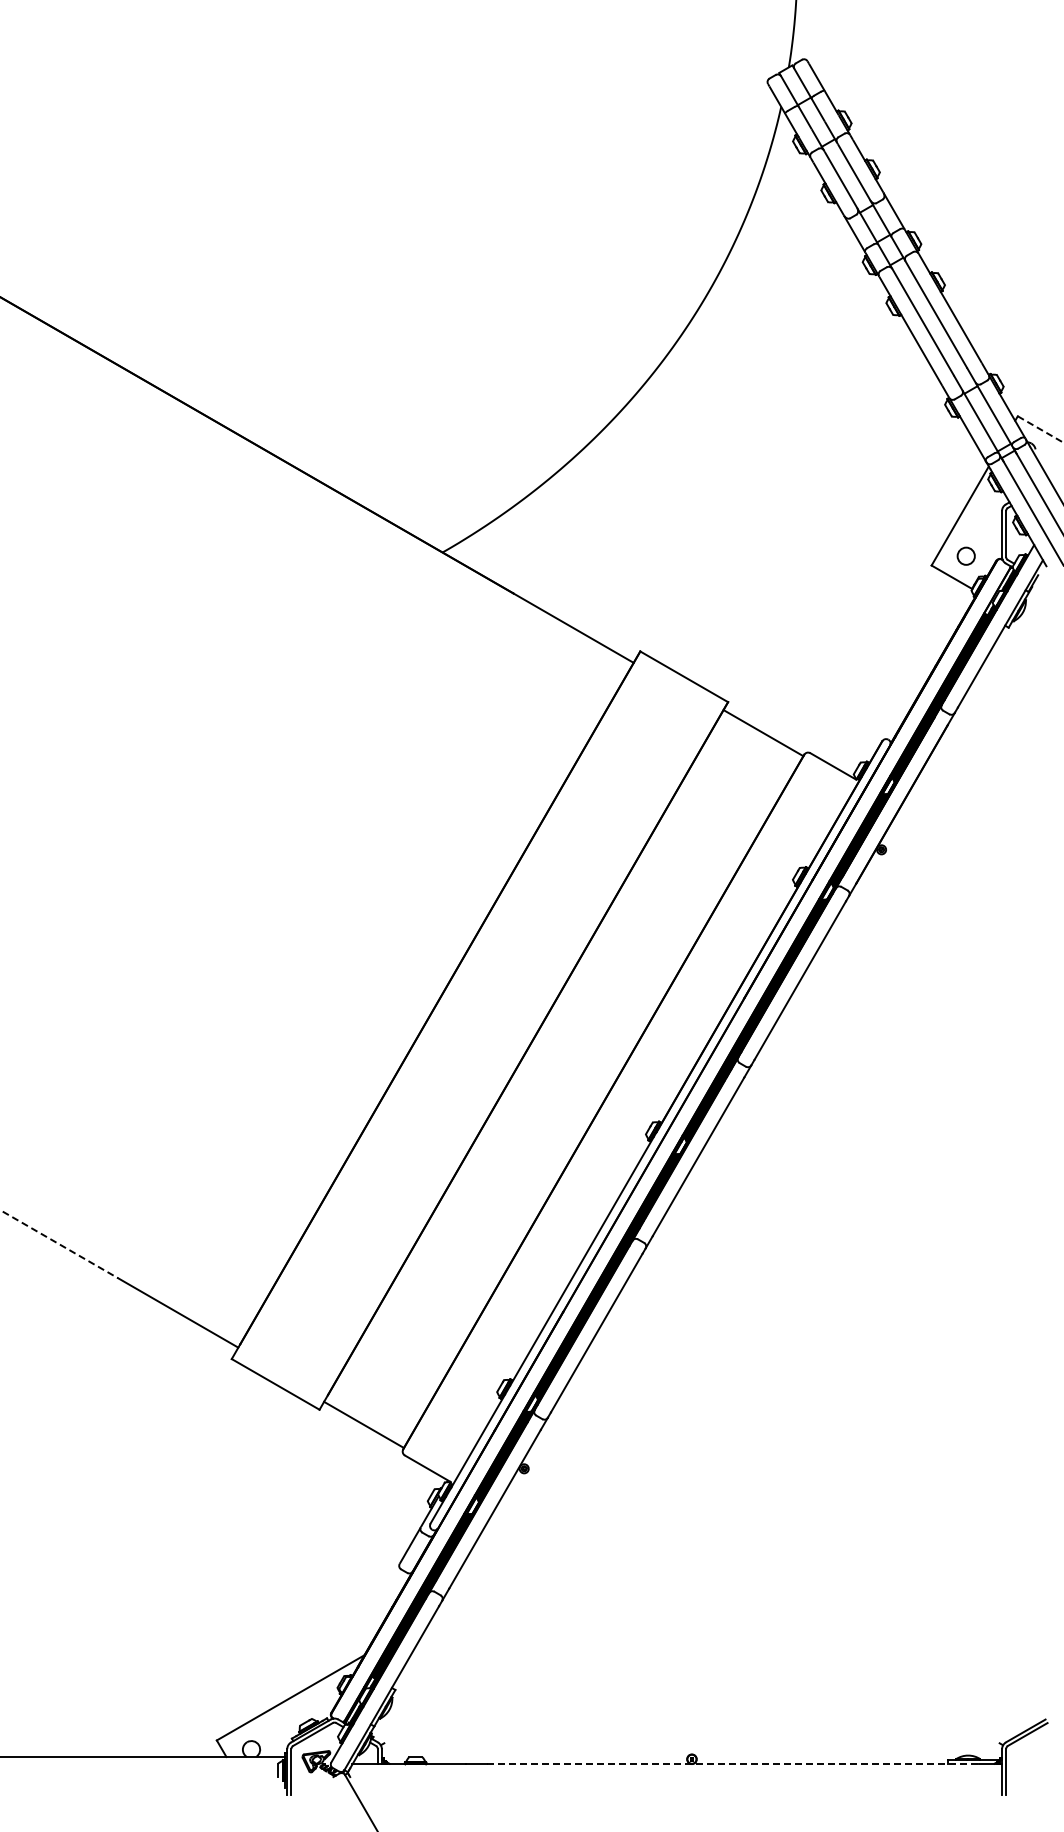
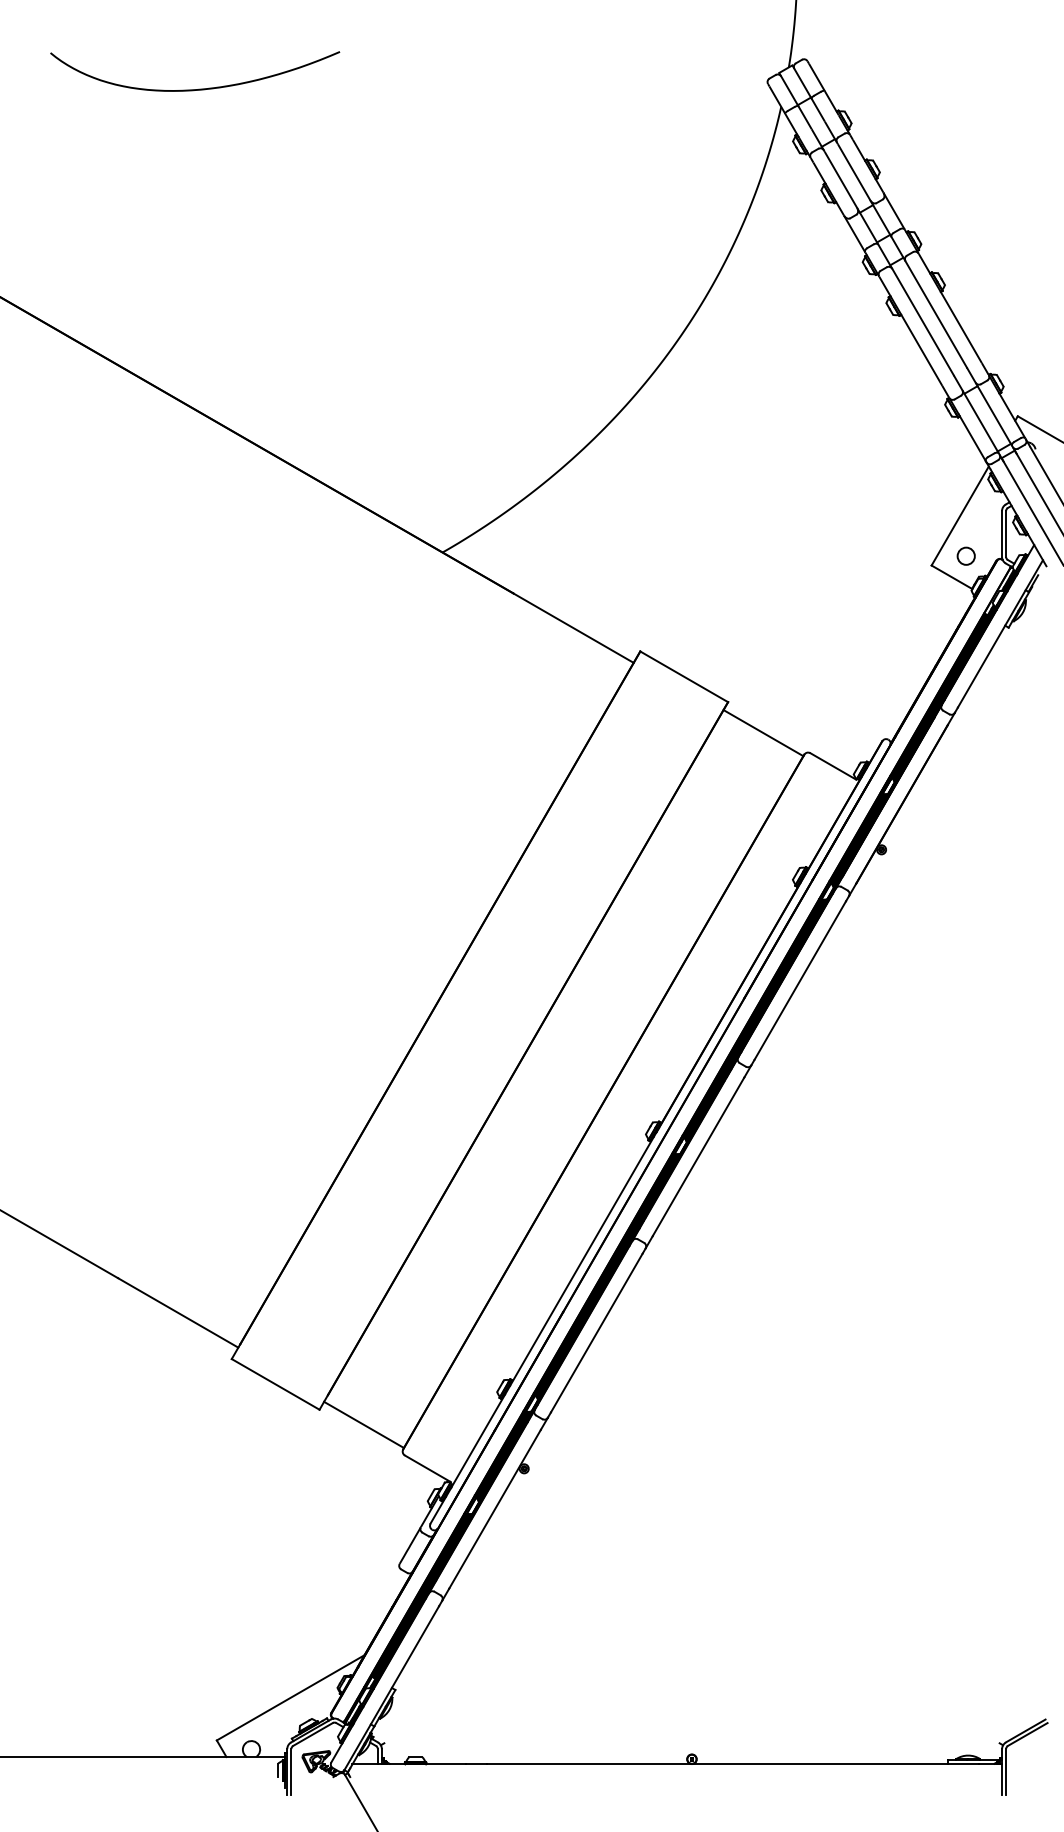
curve at (198, 88): none -> present
line at (1041, 429): dashed -> solid
line at (59, 1244): dashed -> solid
line at (733, 1764): dashed -> solid
